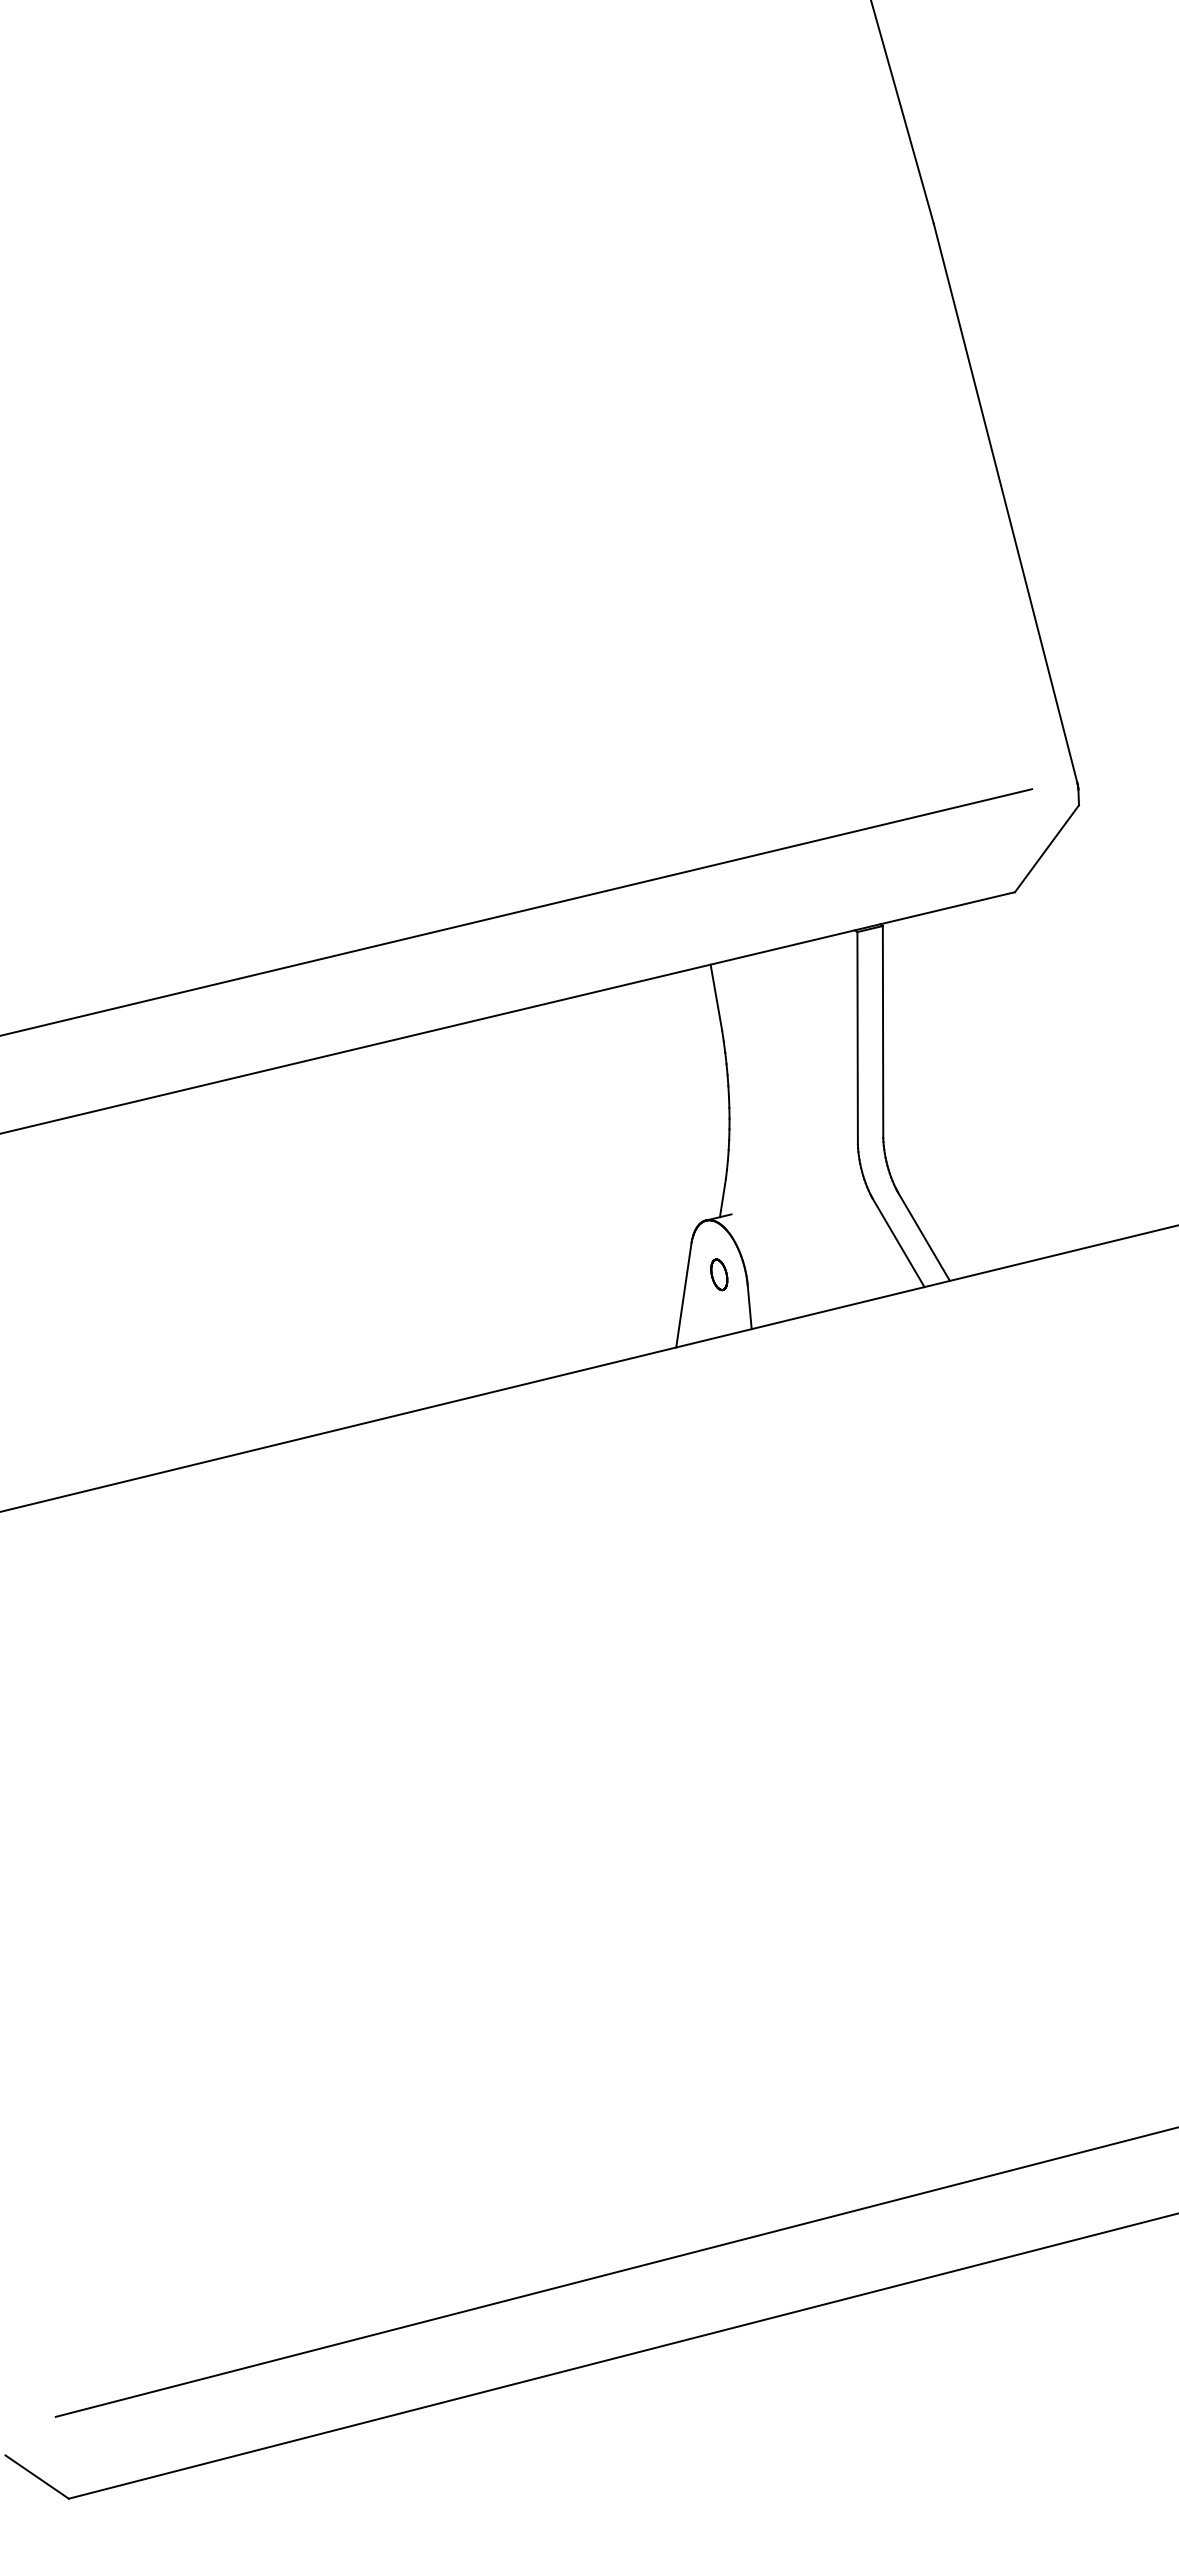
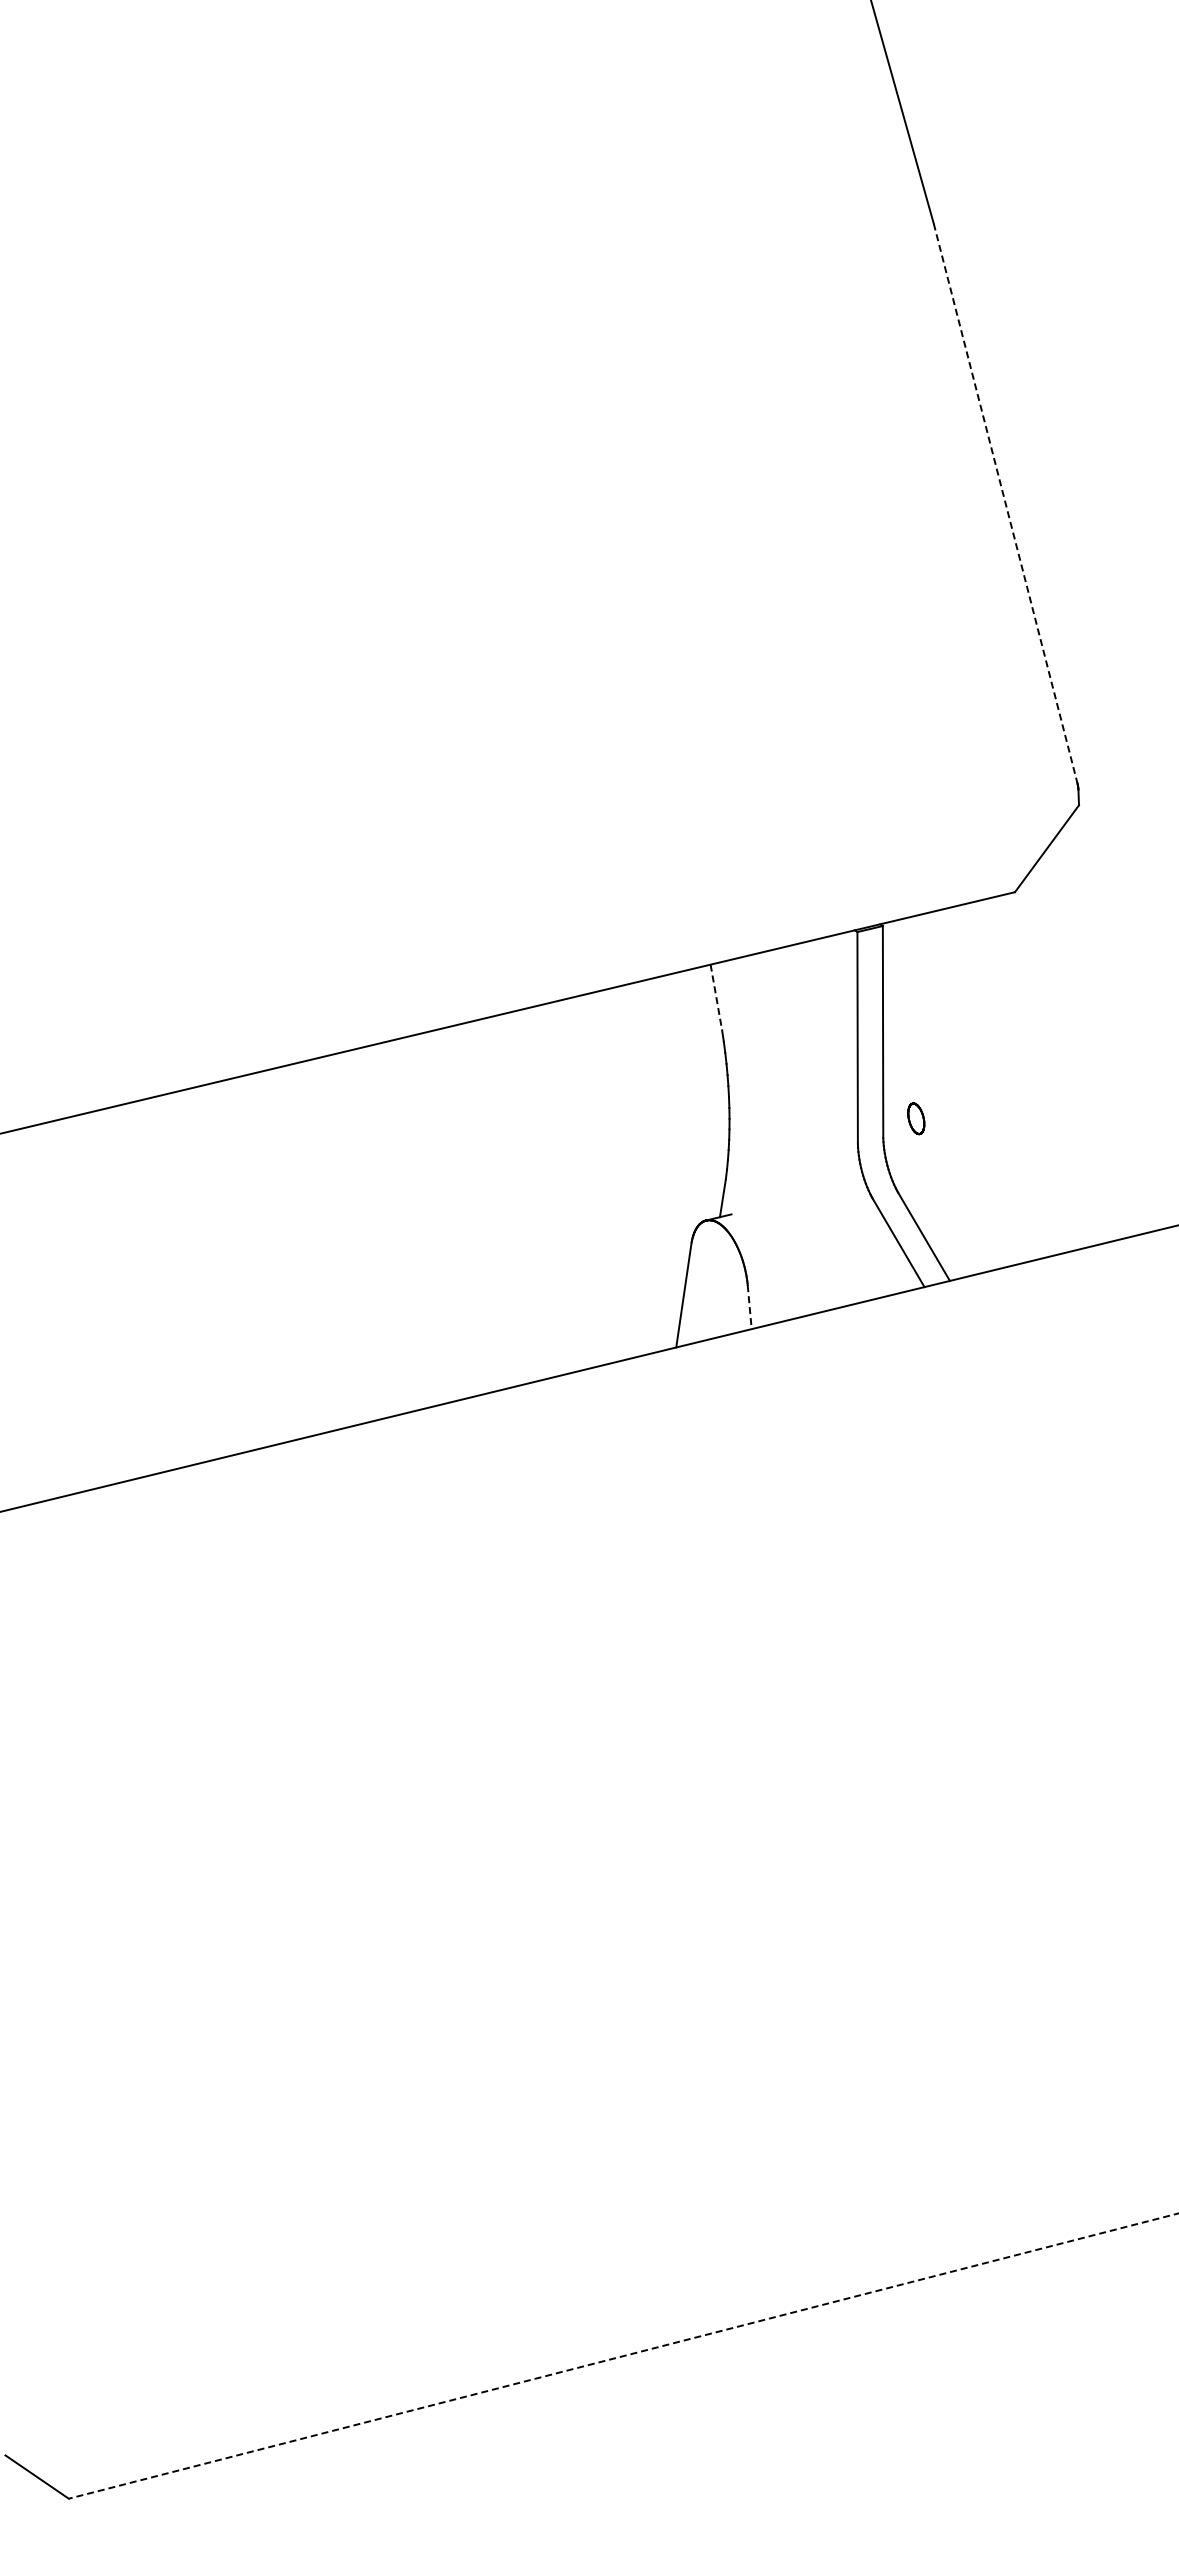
line at (1005, 503): solid -> dashed
line at (517, 912): present -> none
line at (716, 998): solid -> dashed
part at (719, 1274) position: (719, 1274) -> (916, 1118)
line at (749, 1307): solid -> dashed
line at (615, 2272): present -> none
line at (623, 2356): solid -> dashed
